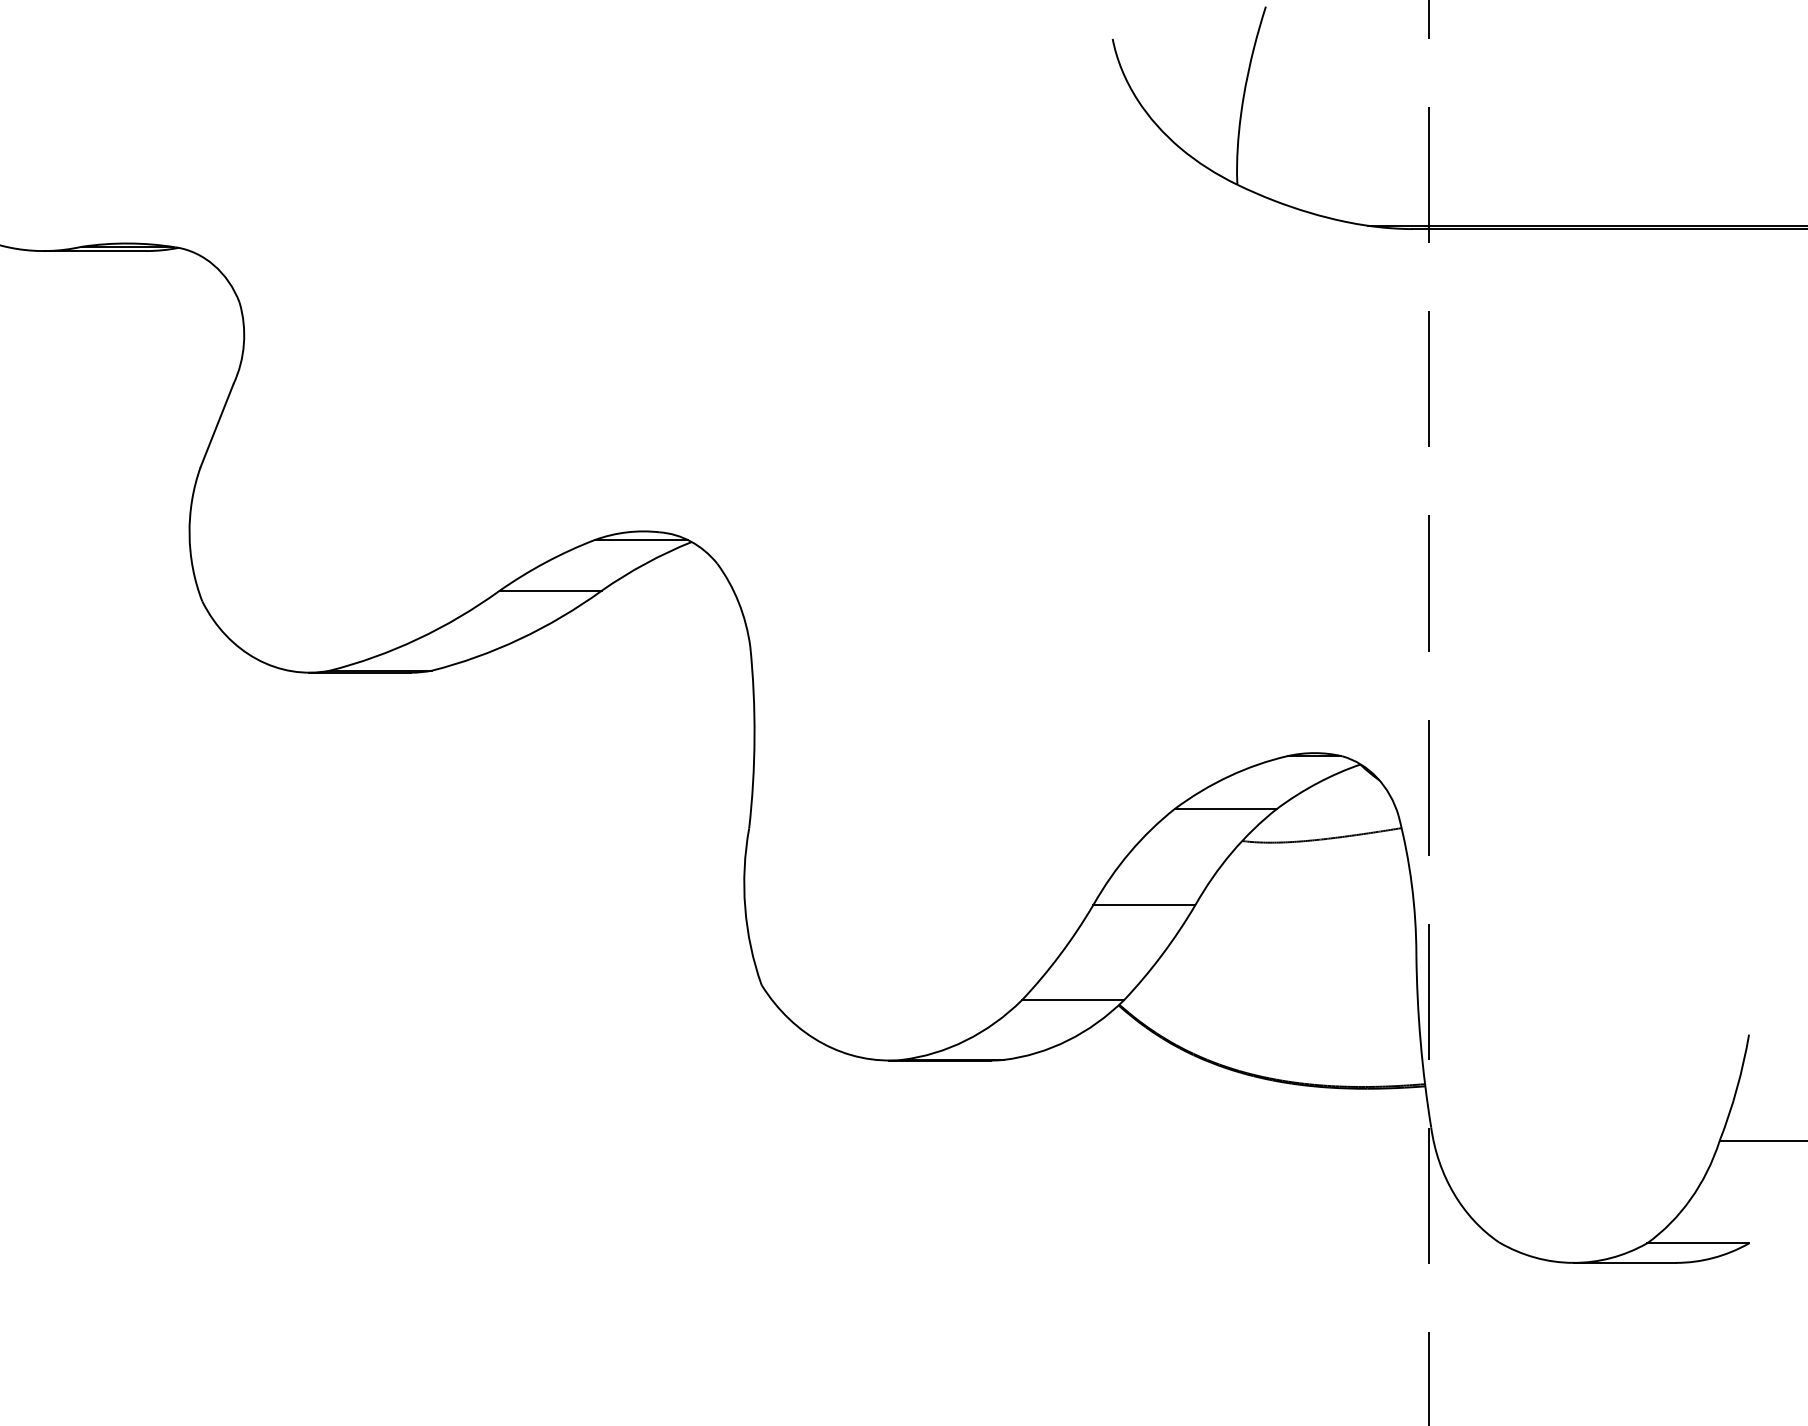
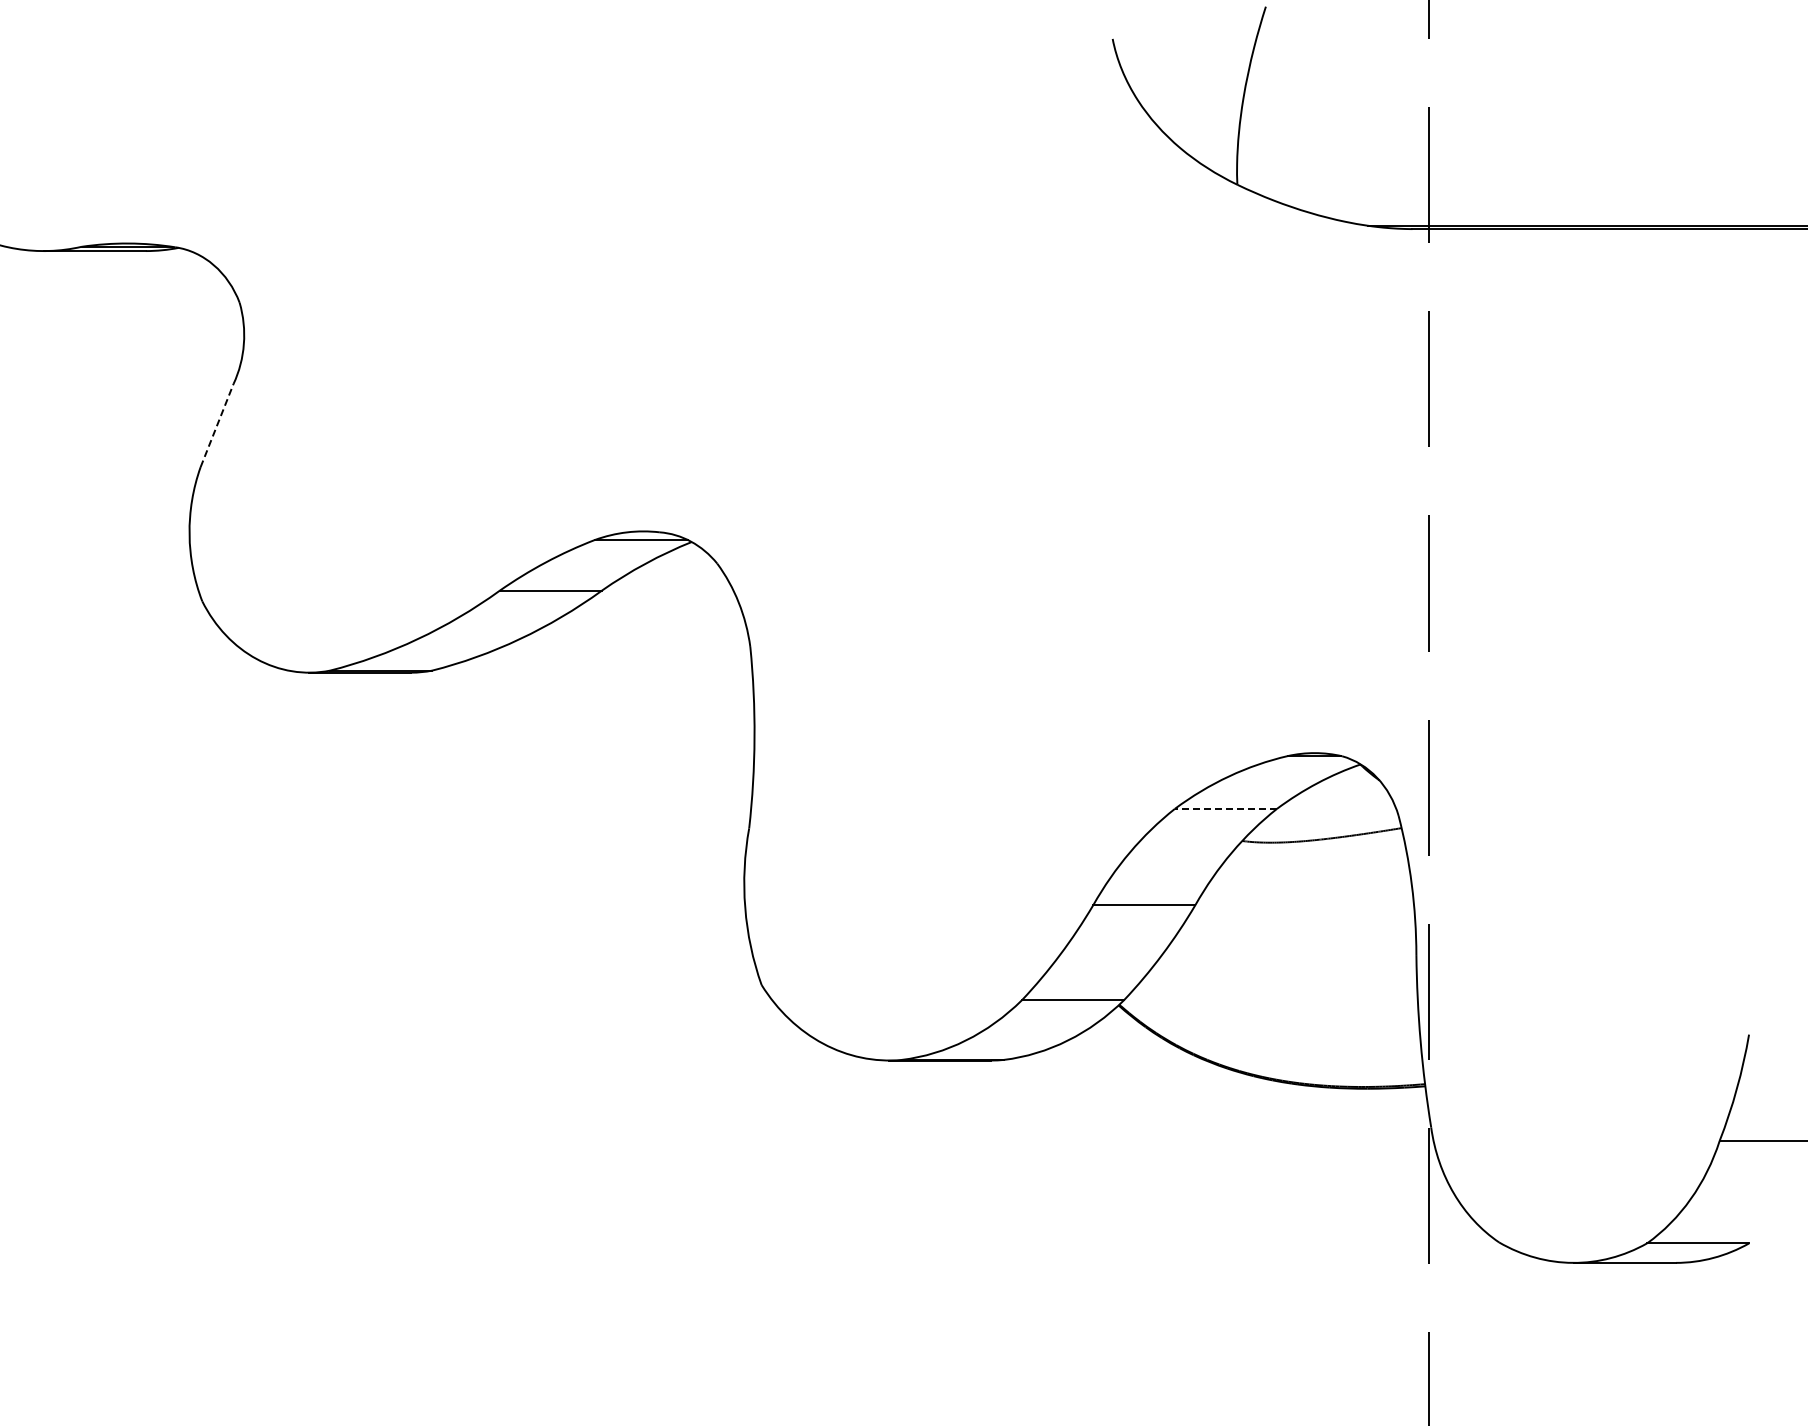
line at (217, 425): solid -> dashed
line at (1225, 808): solid -> dashed
